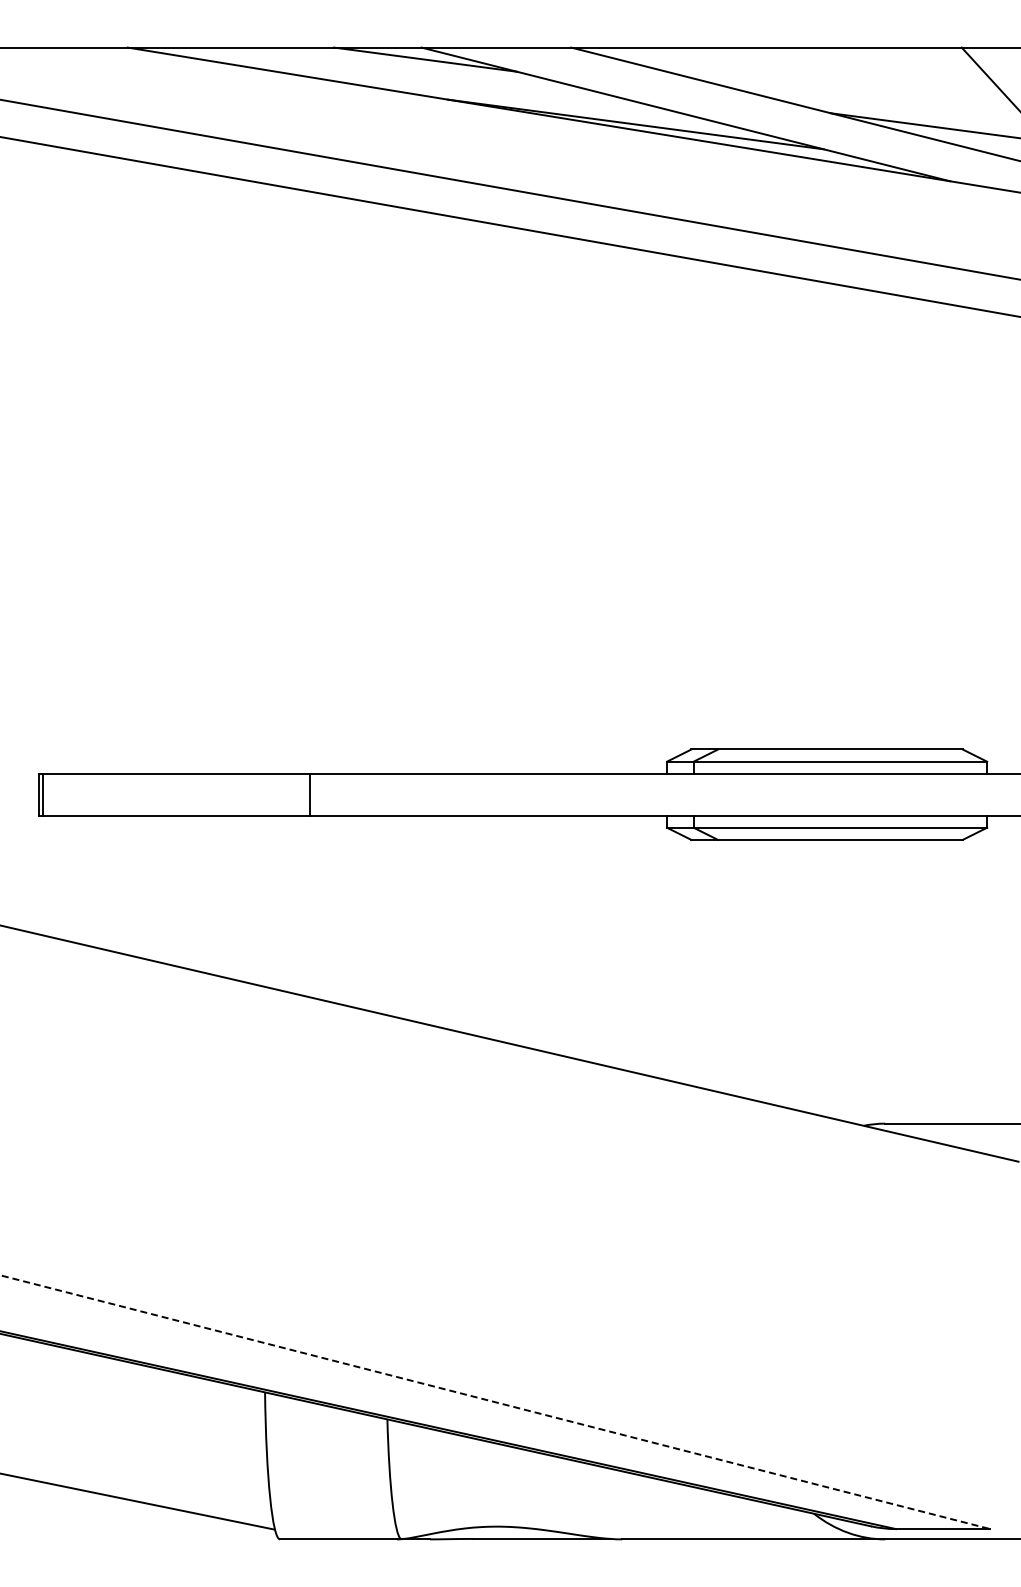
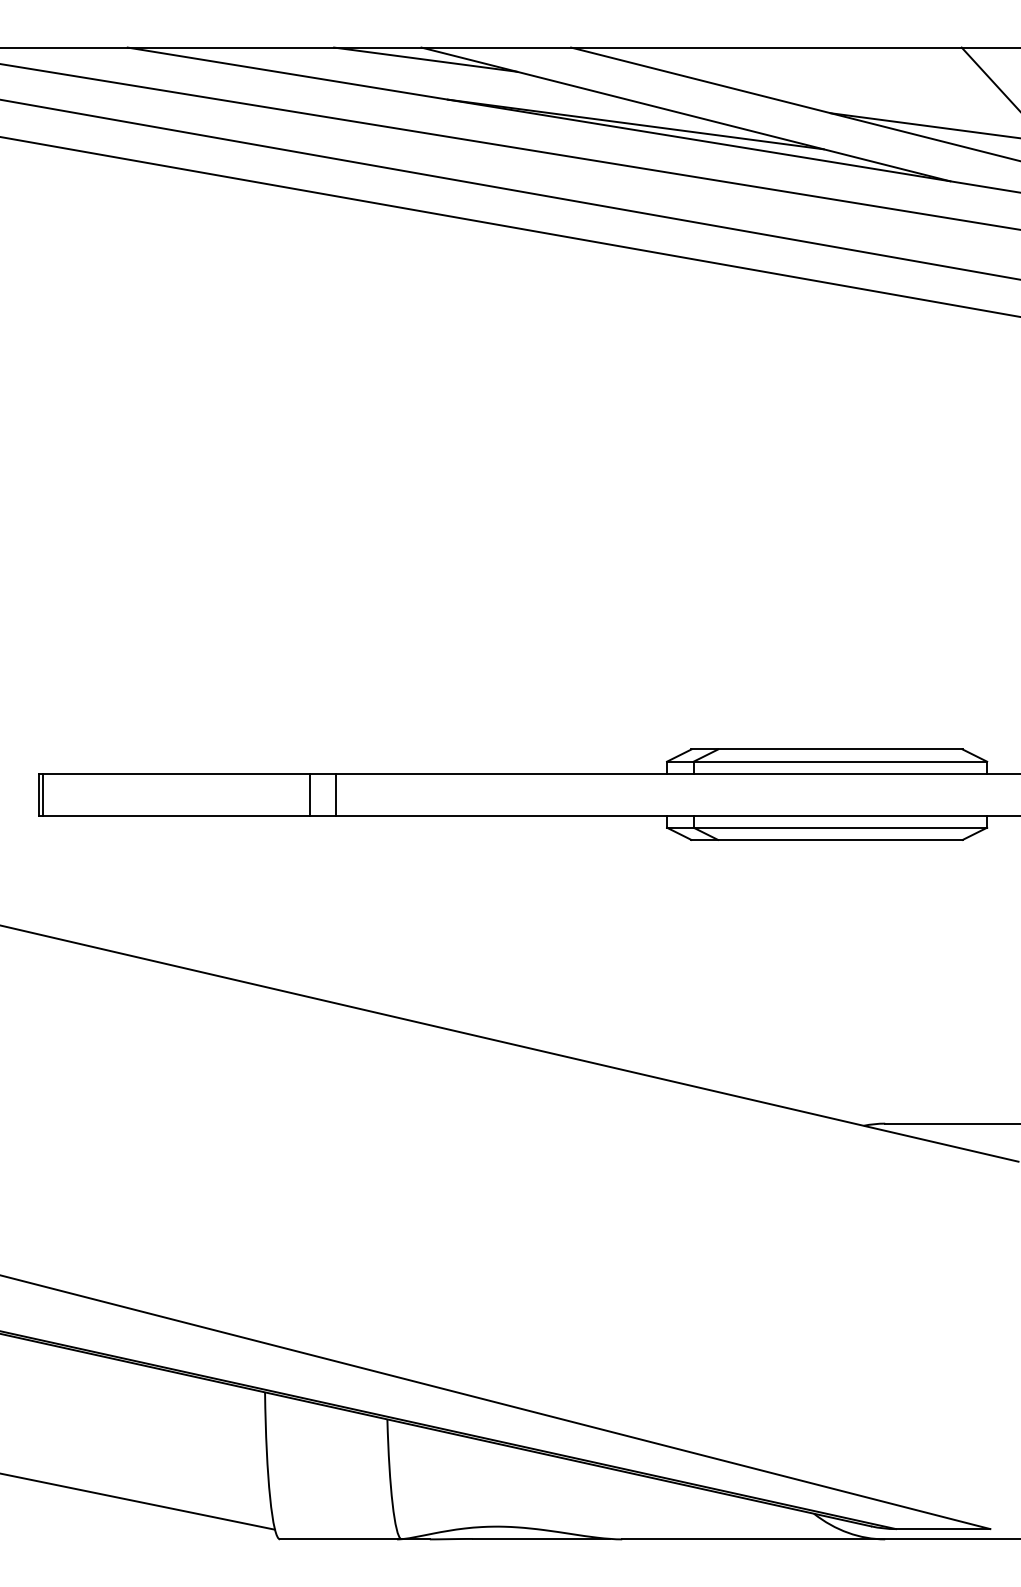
line at (509, 146): none -> present
line at (335, 794): none -> present
line at (495, 1402): dashed -> solid
